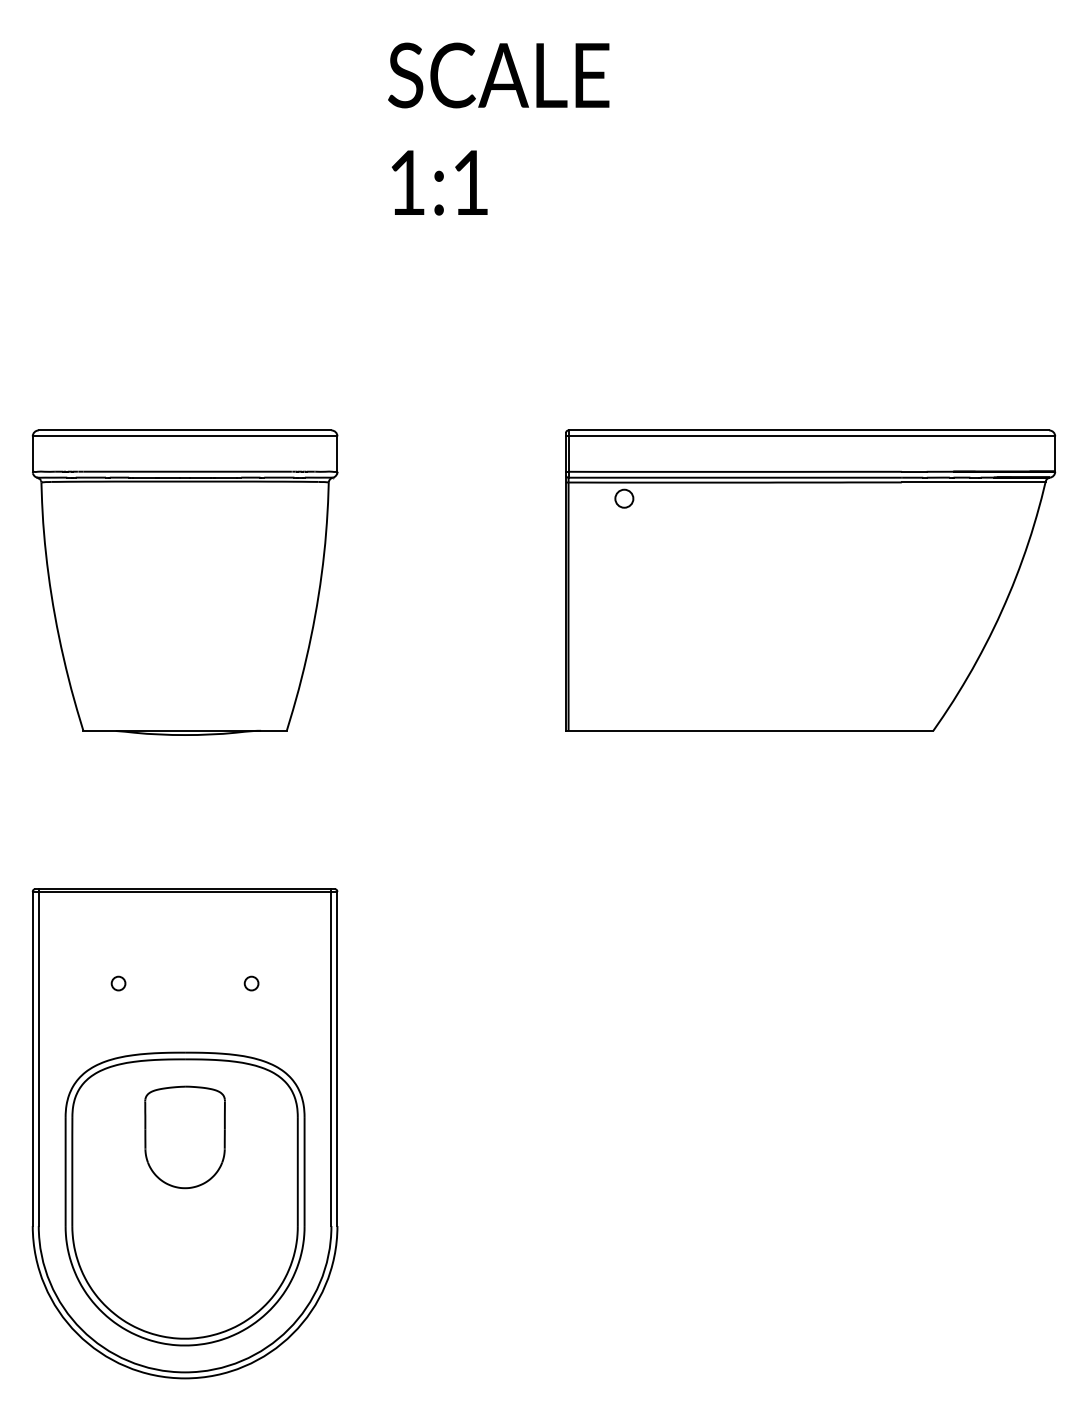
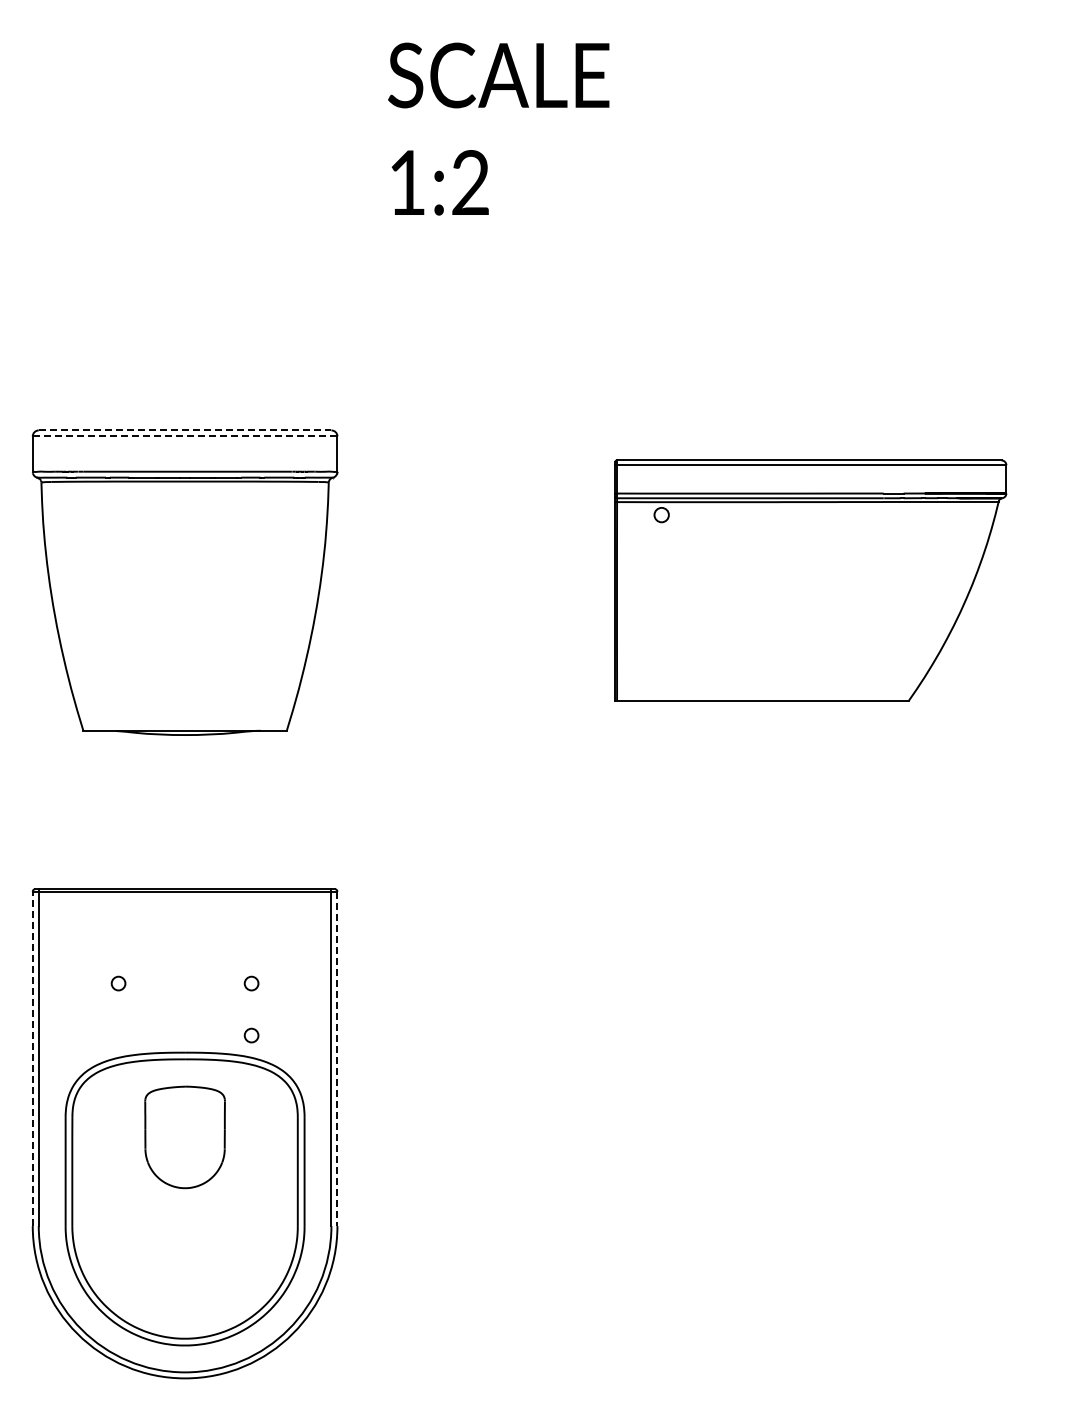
text at (470, 182): 1:1 -> 1:2
line at (185, 430): solid -> dashed
line at (184, 436): solid -> dashed
part at (810, 580) size: 492x303 px -> 394x243 px
circle at (251, 1035): none -> present
line at (32, 1058): solid -> dashed
line at (337, 1059): solid -> dashed
